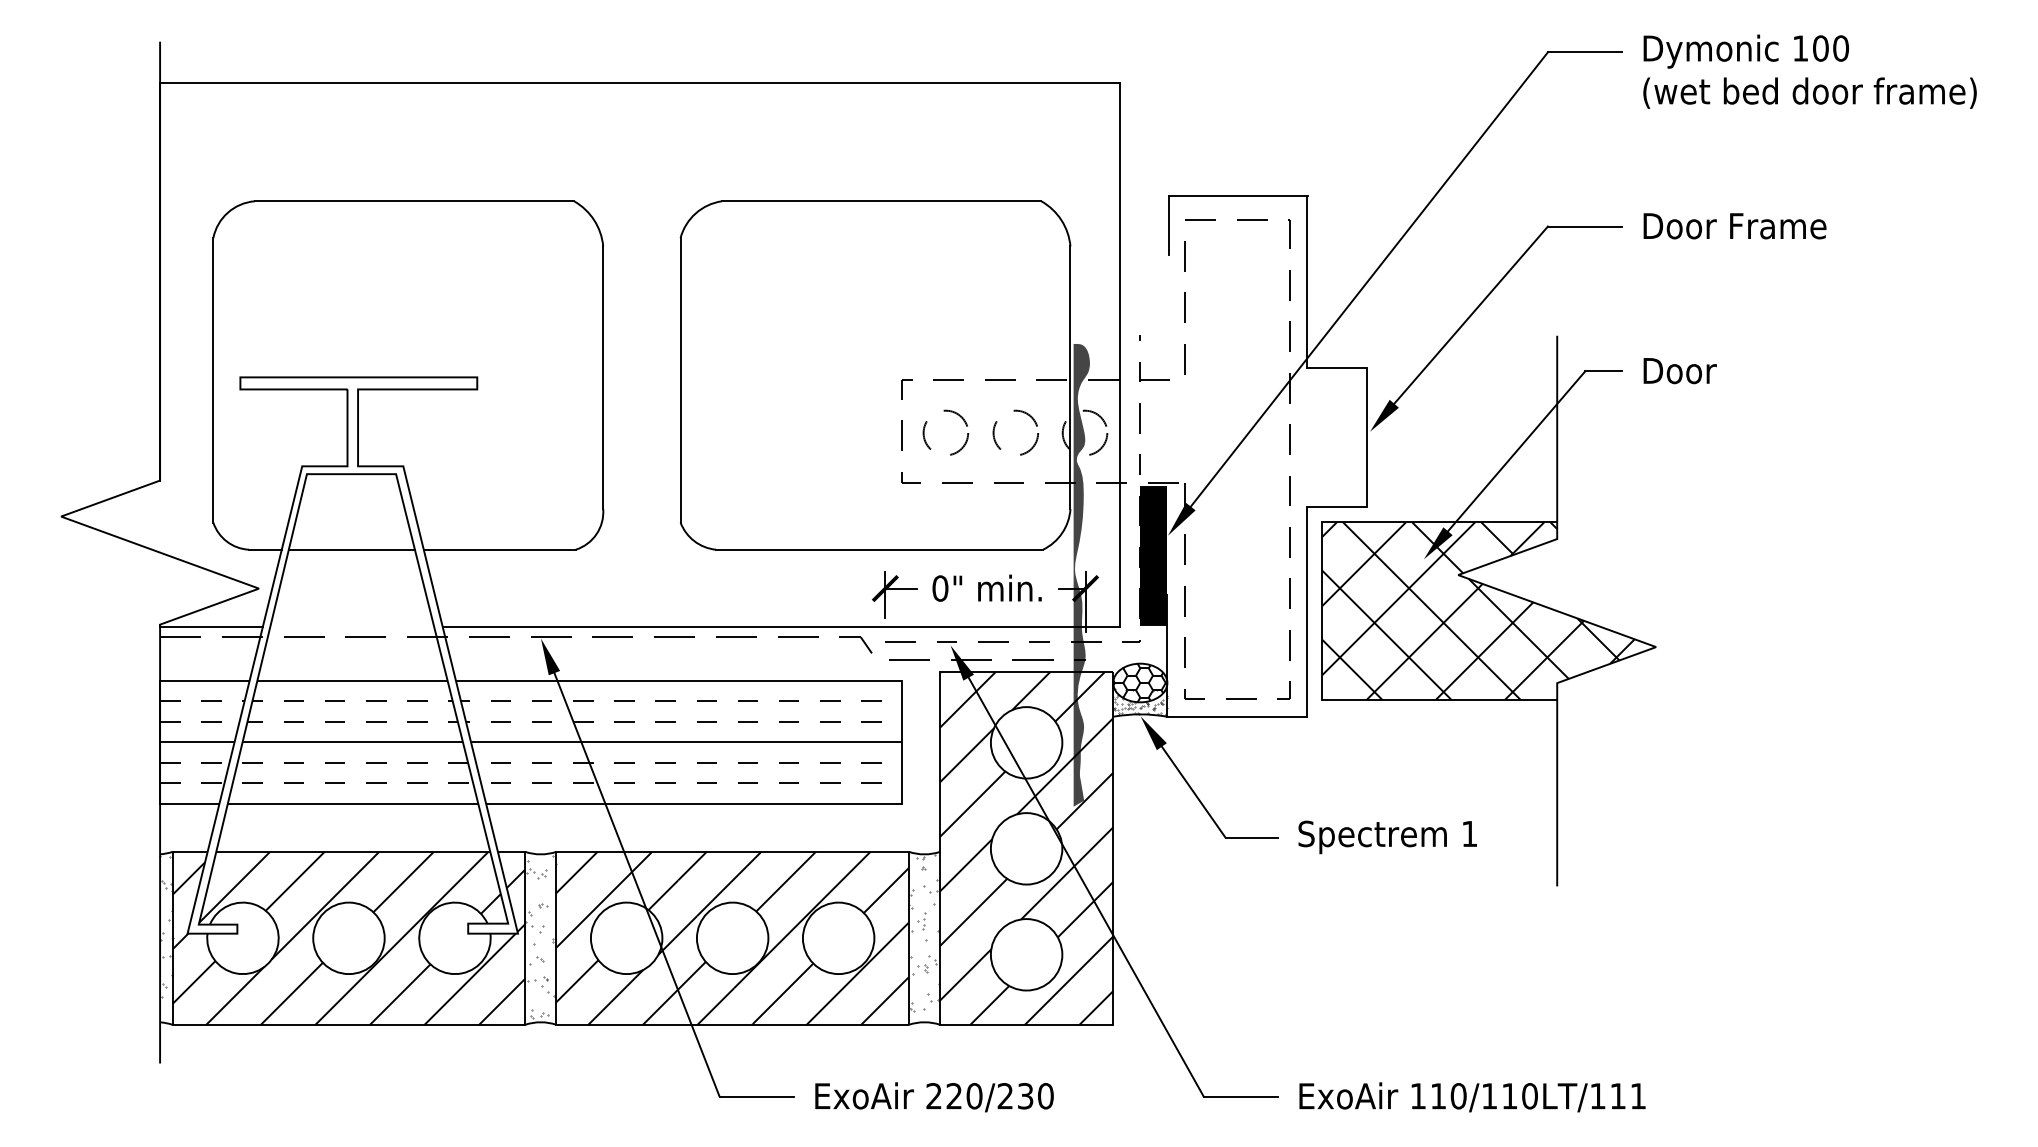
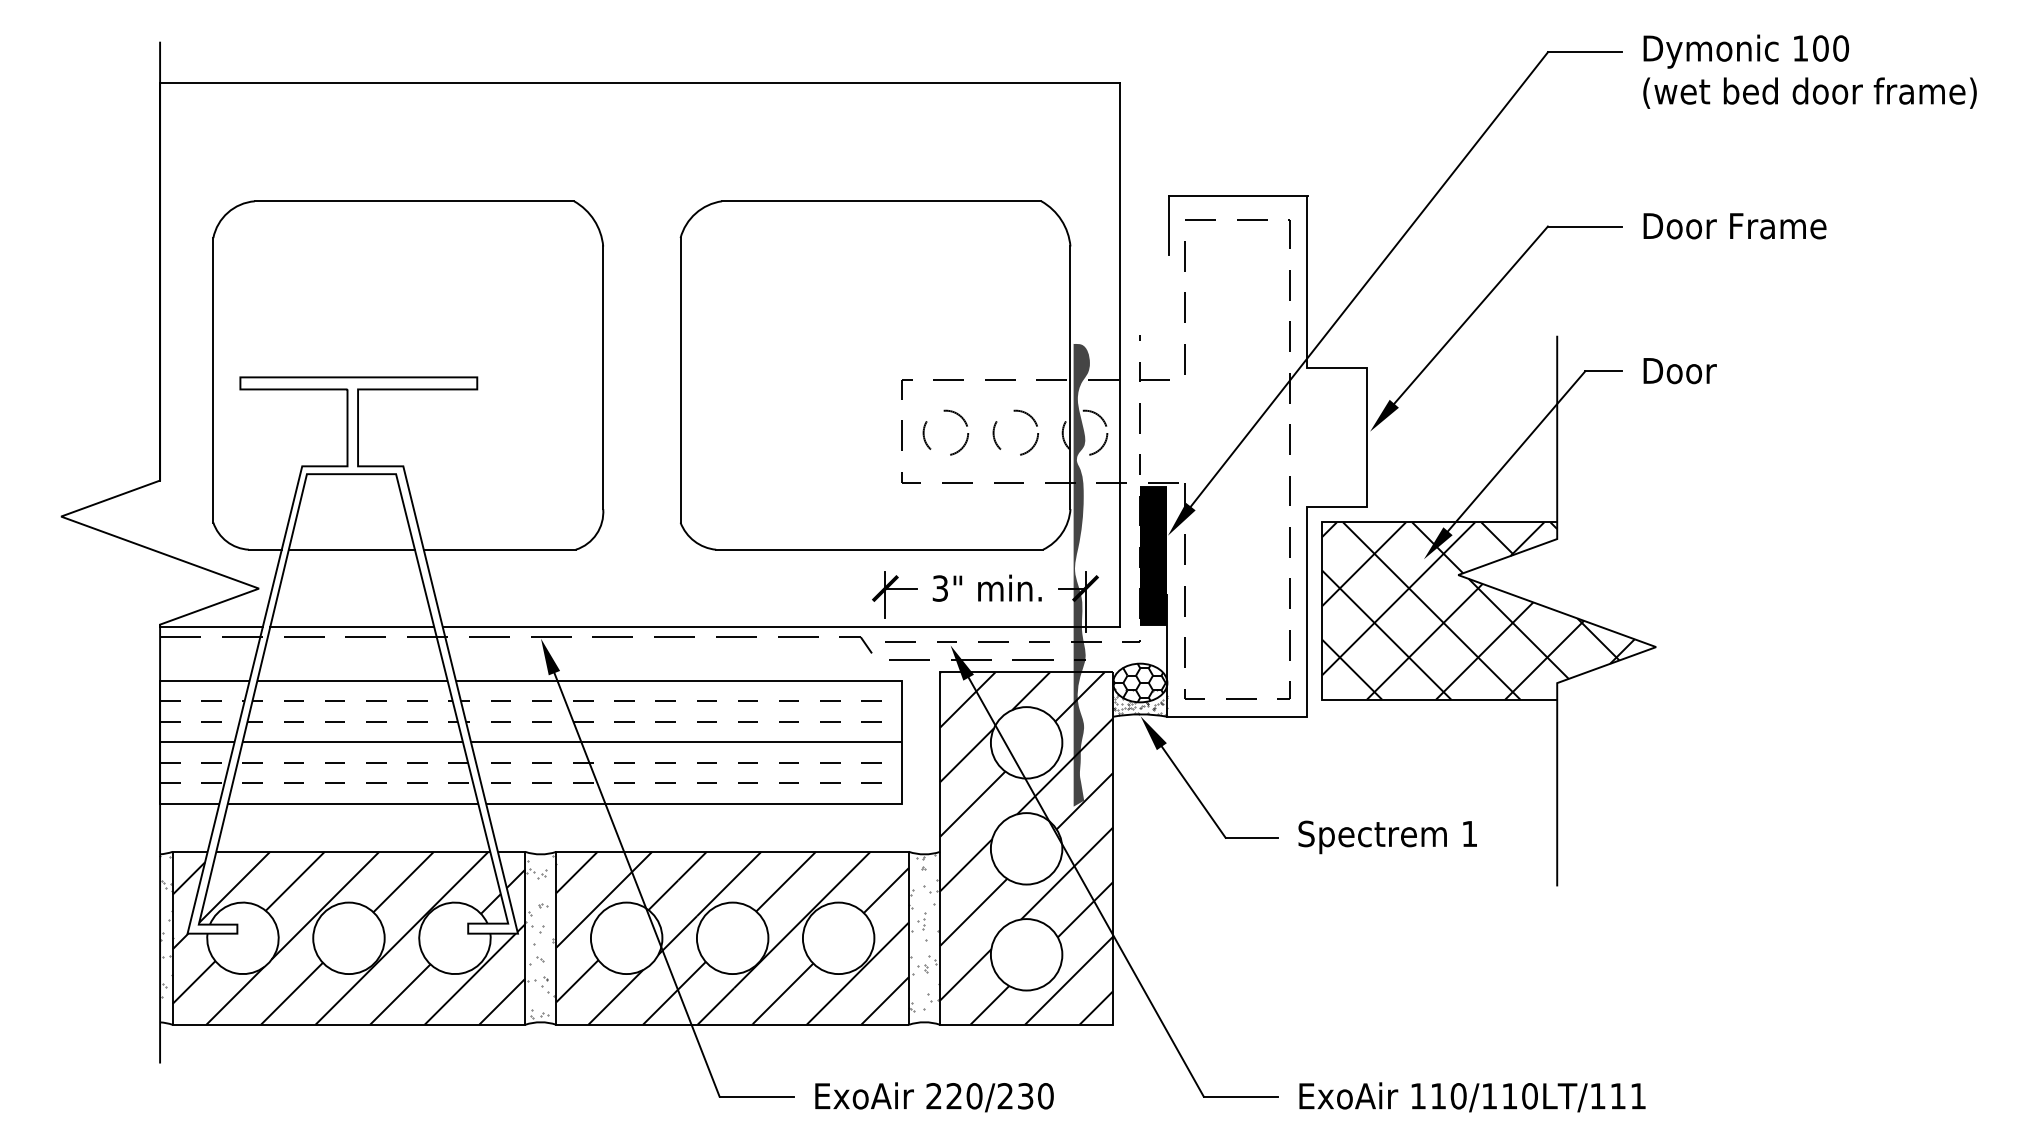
text at (940, 588): 0" -> 3"
line at (352, 626): none -> present
